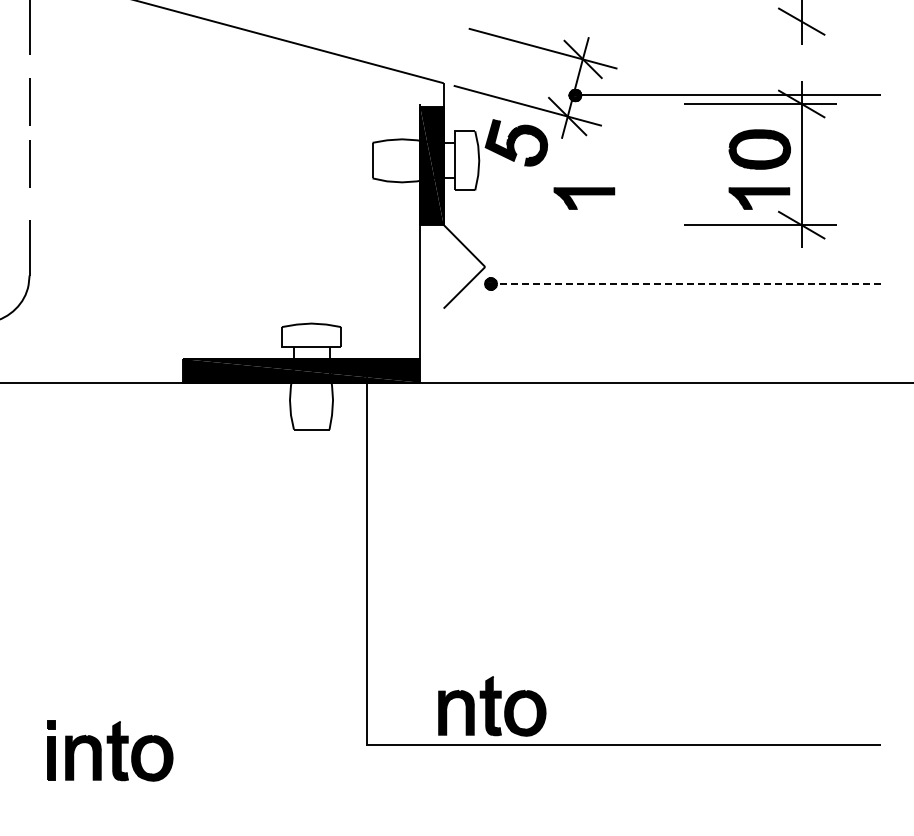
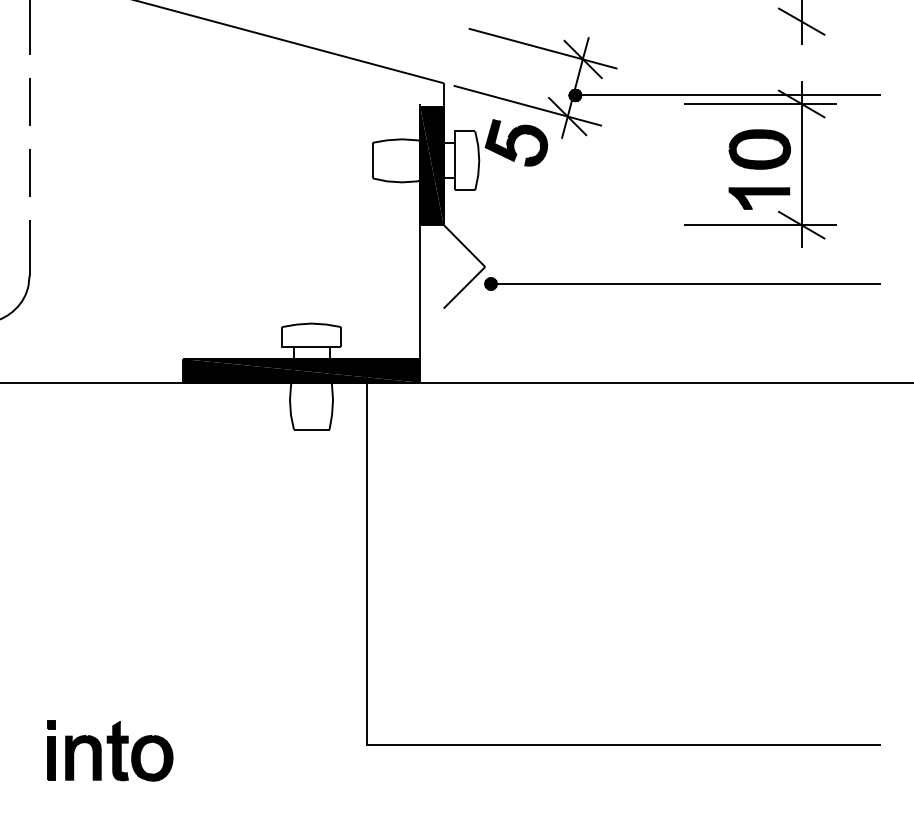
line at (29, 163) position: (29, 163) -> (29, 172)
part at (584, 198): present -> none
line at (688, 284): dashed -> solid
part at (492, 706): present -> none
